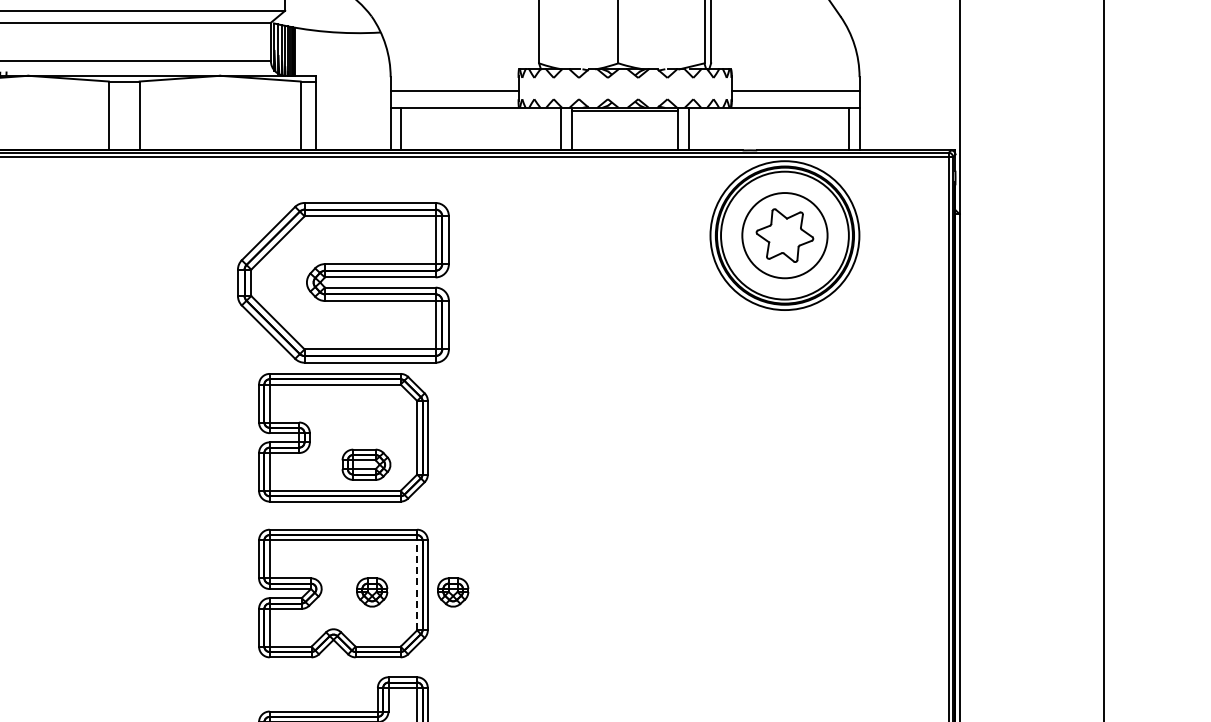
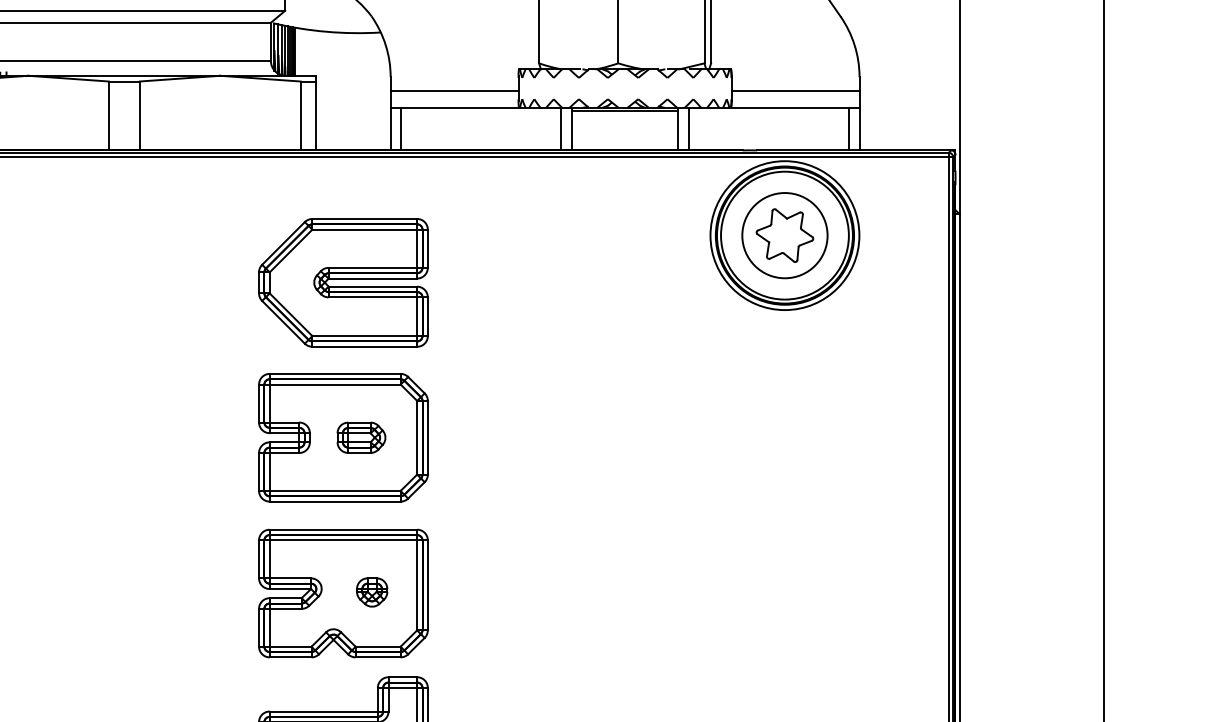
part at (343, 282) size: 213x162 px -> 171x130 px
part at (366, 464) position: (366, 464) -> (361, 437)
line at (417, 584): dashed -> solid
part at (453, 592): present -> none
